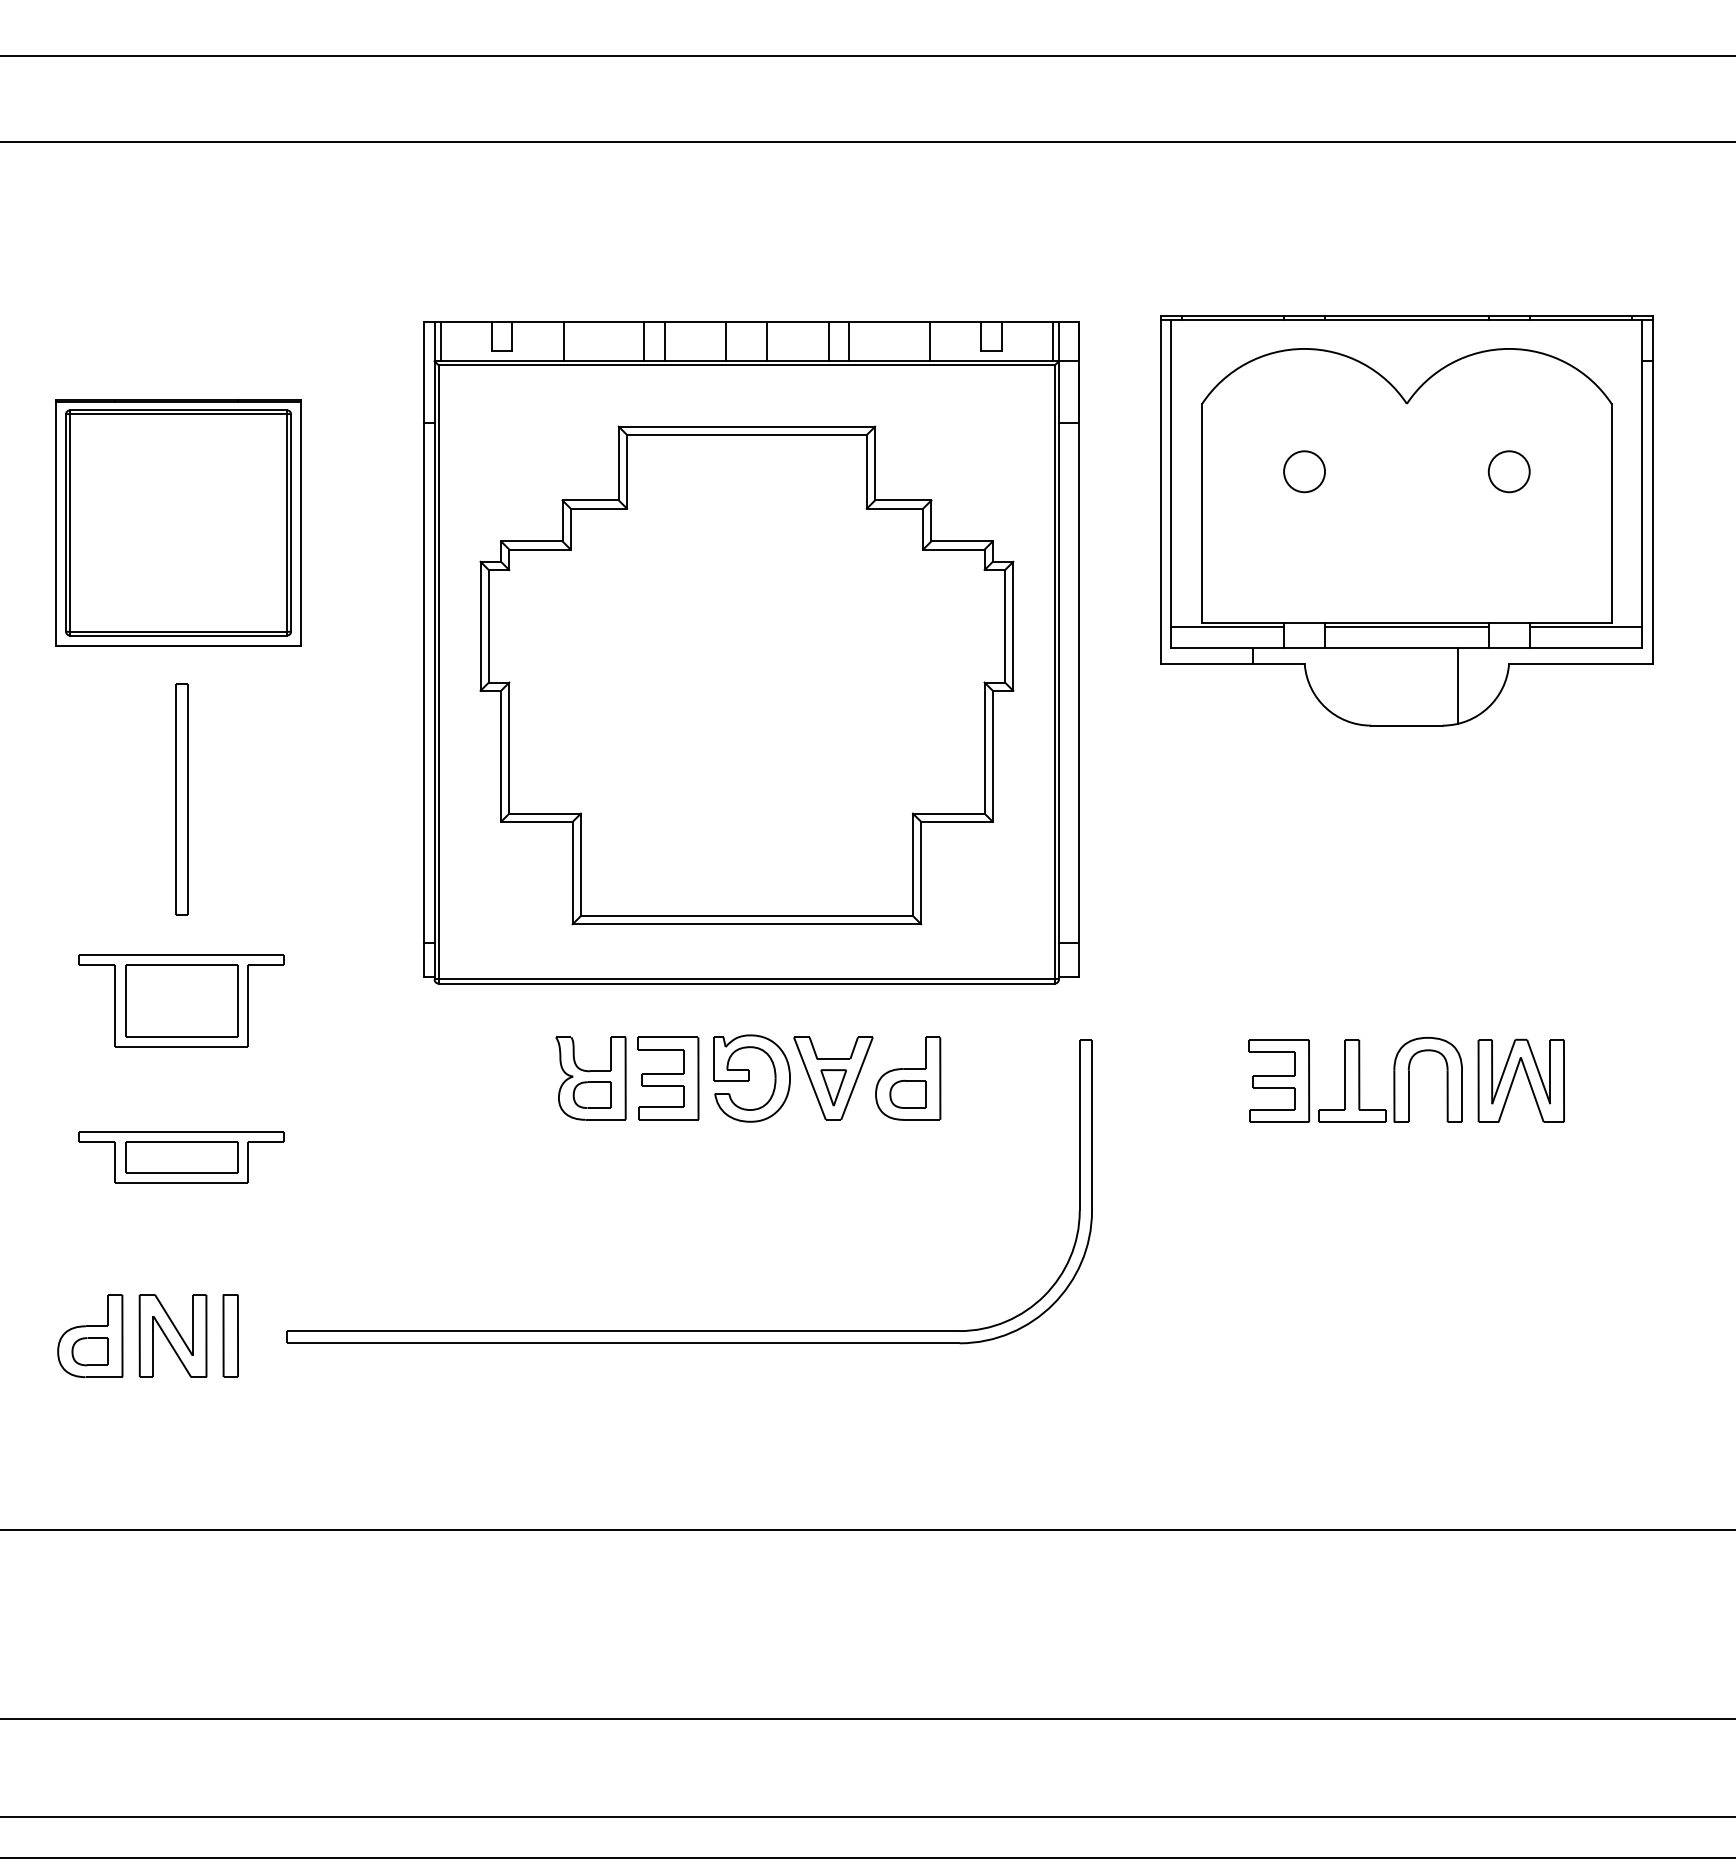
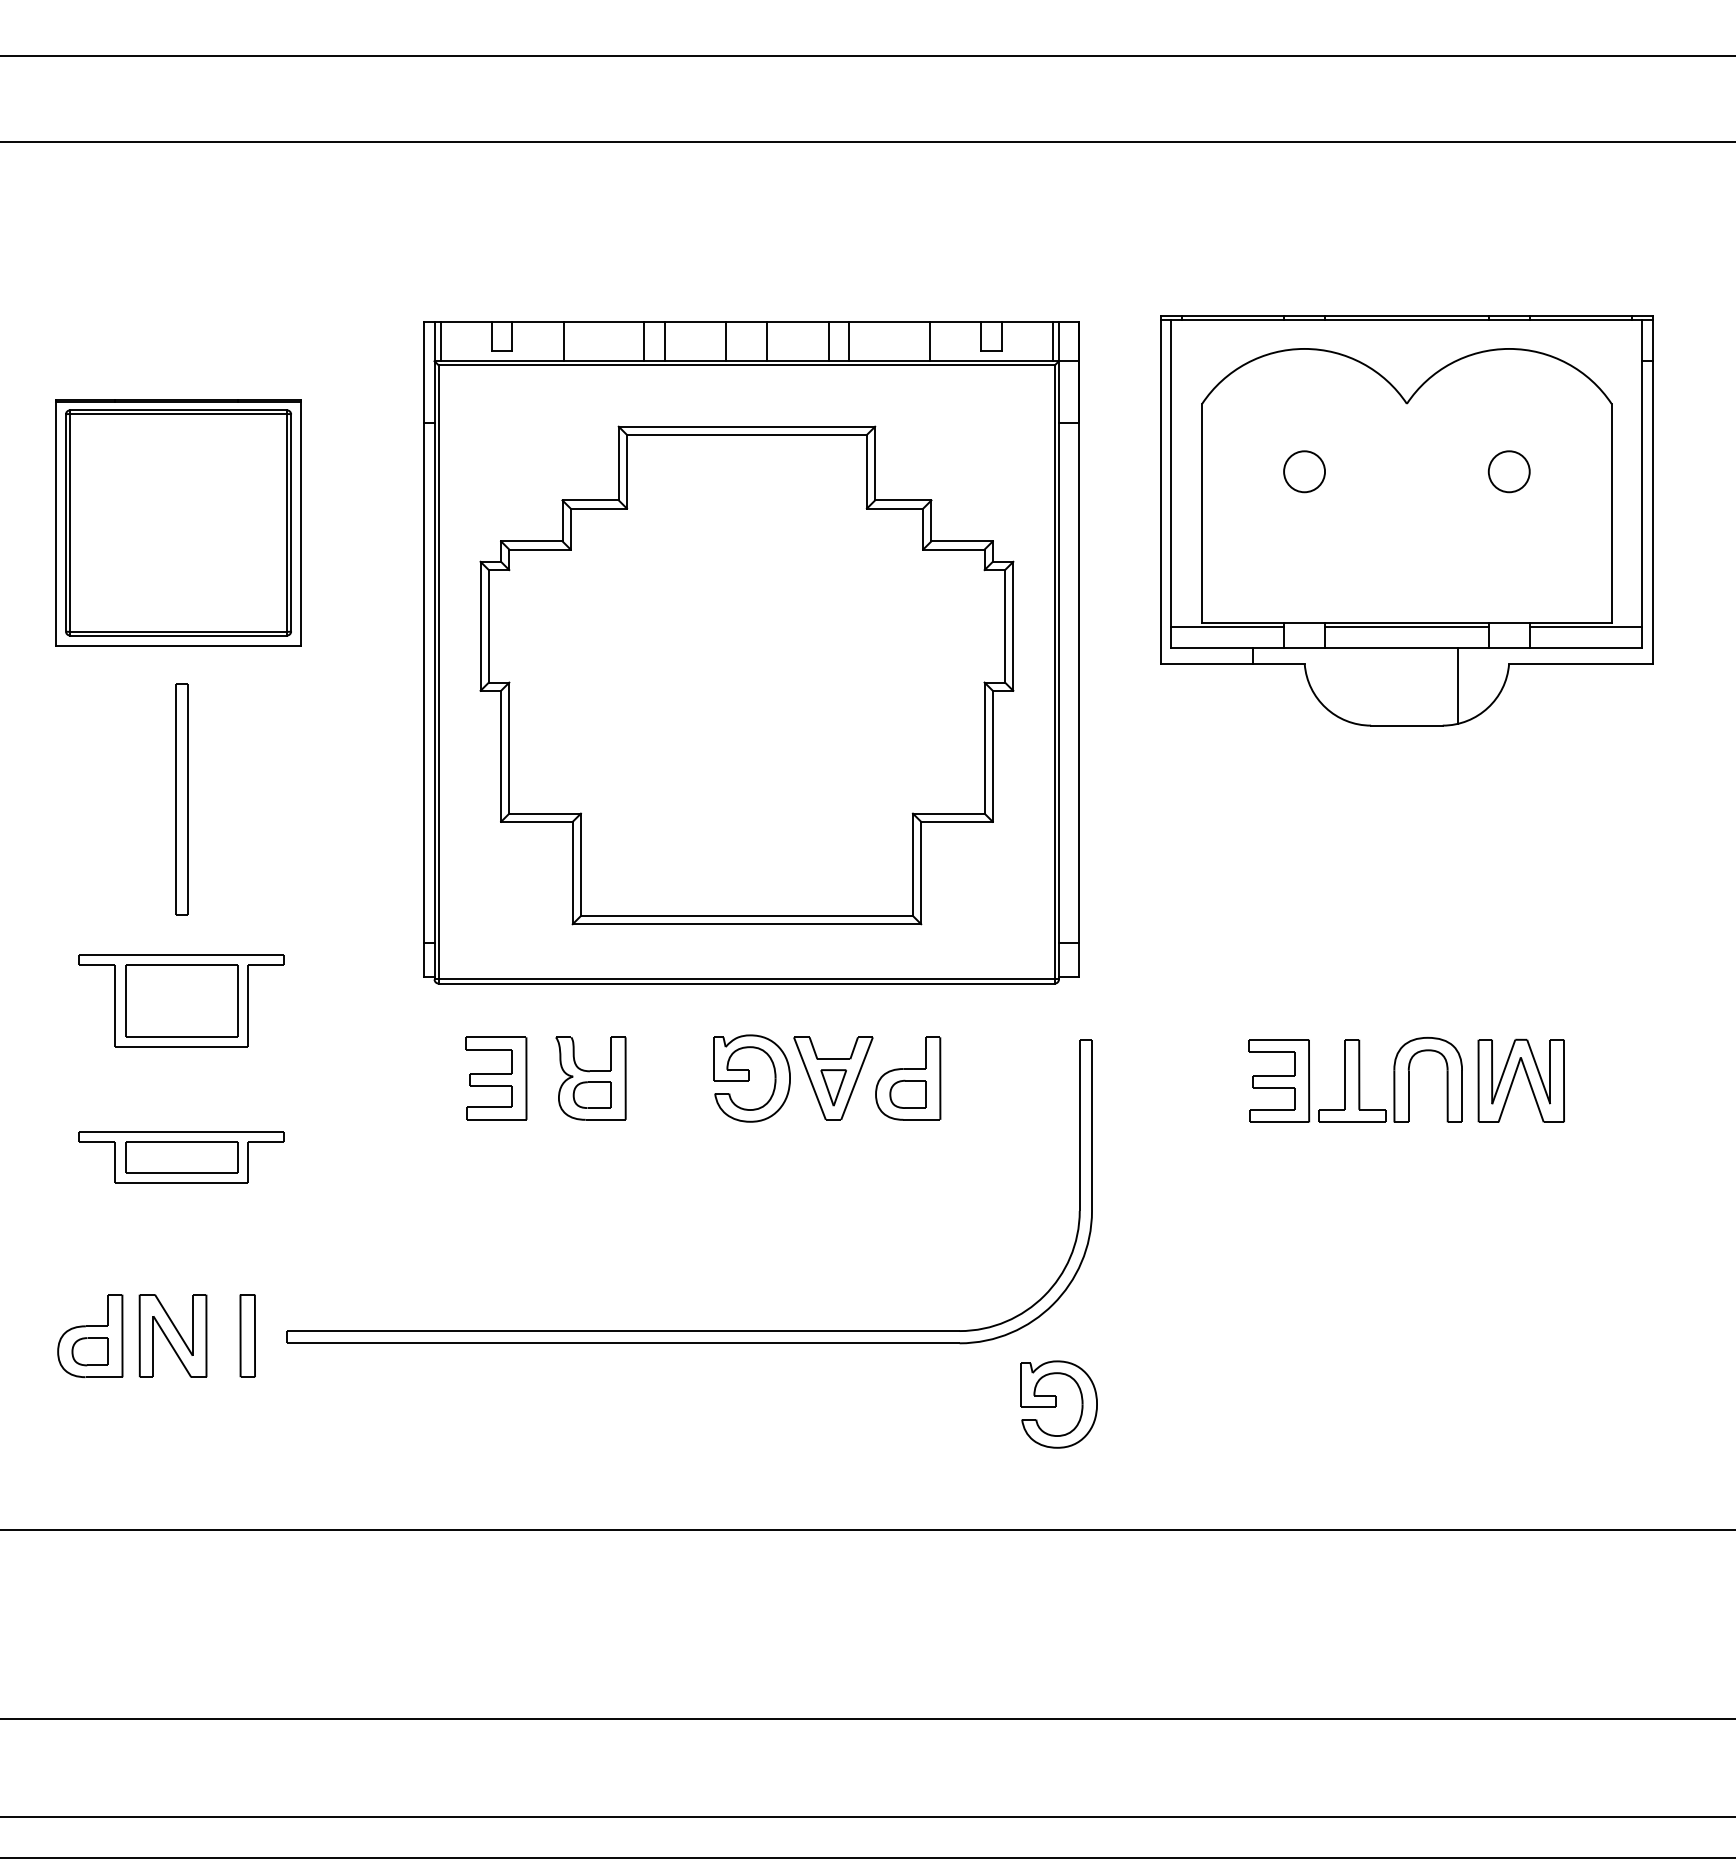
part at (668, 1078) position: (668, 1078) -> (496, 1078)
part at (230, 1335) position: (230, 1335) -> (247, 1335)
part at (1058, 1404): none -> present
